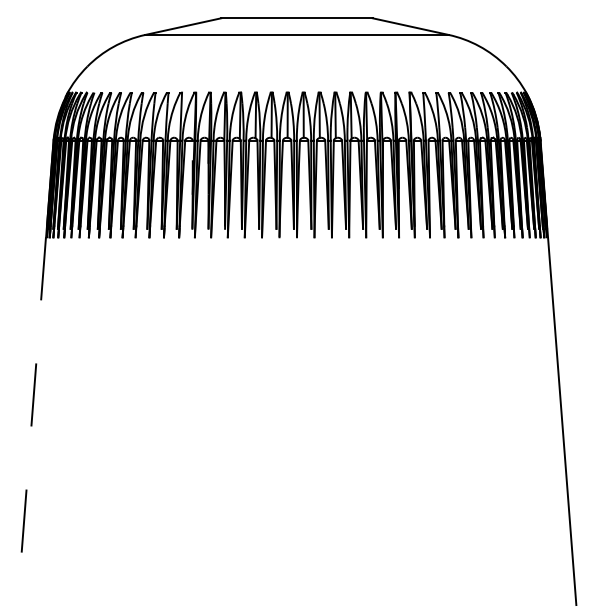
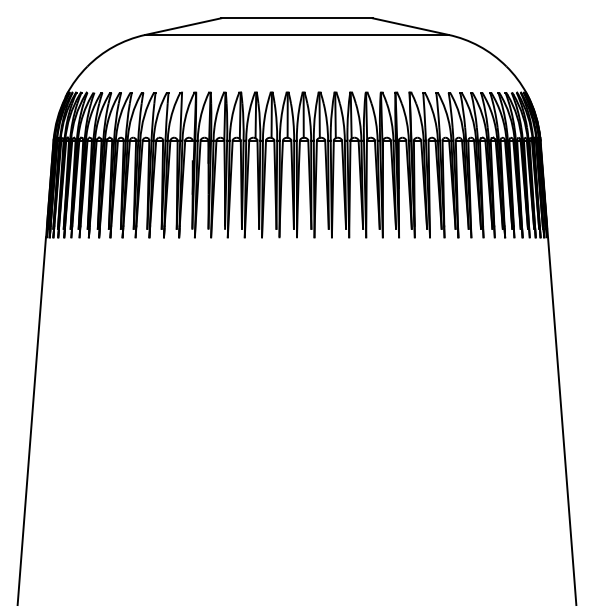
line at (31, 421): dashed -> solid
